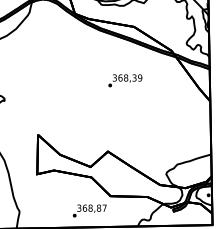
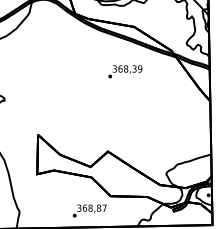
text at (125, 80) position: (125, 80) -> (125, 71)
